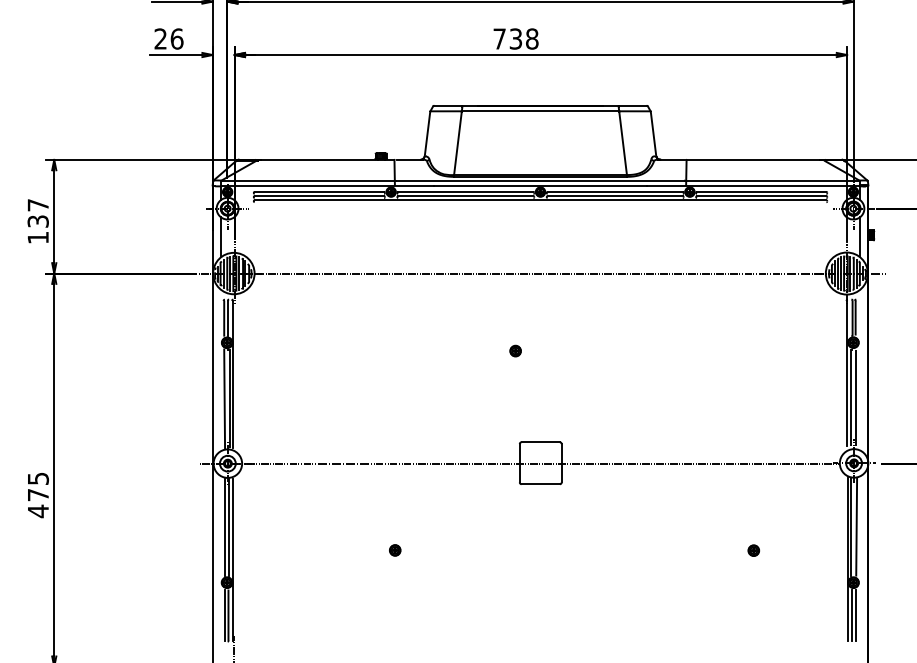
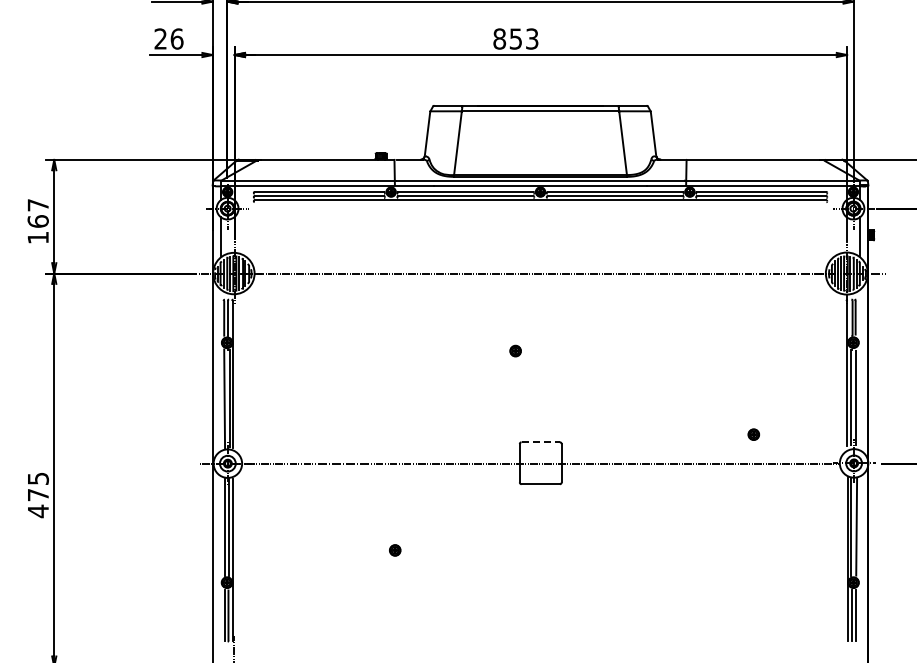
text at (515, 38): 738 -> 853
text at (37, 221): 137 -> 167
line at (541, 442): solid -> dashed
part at (753, 550) position: (753, 550) -> (753, 434)
